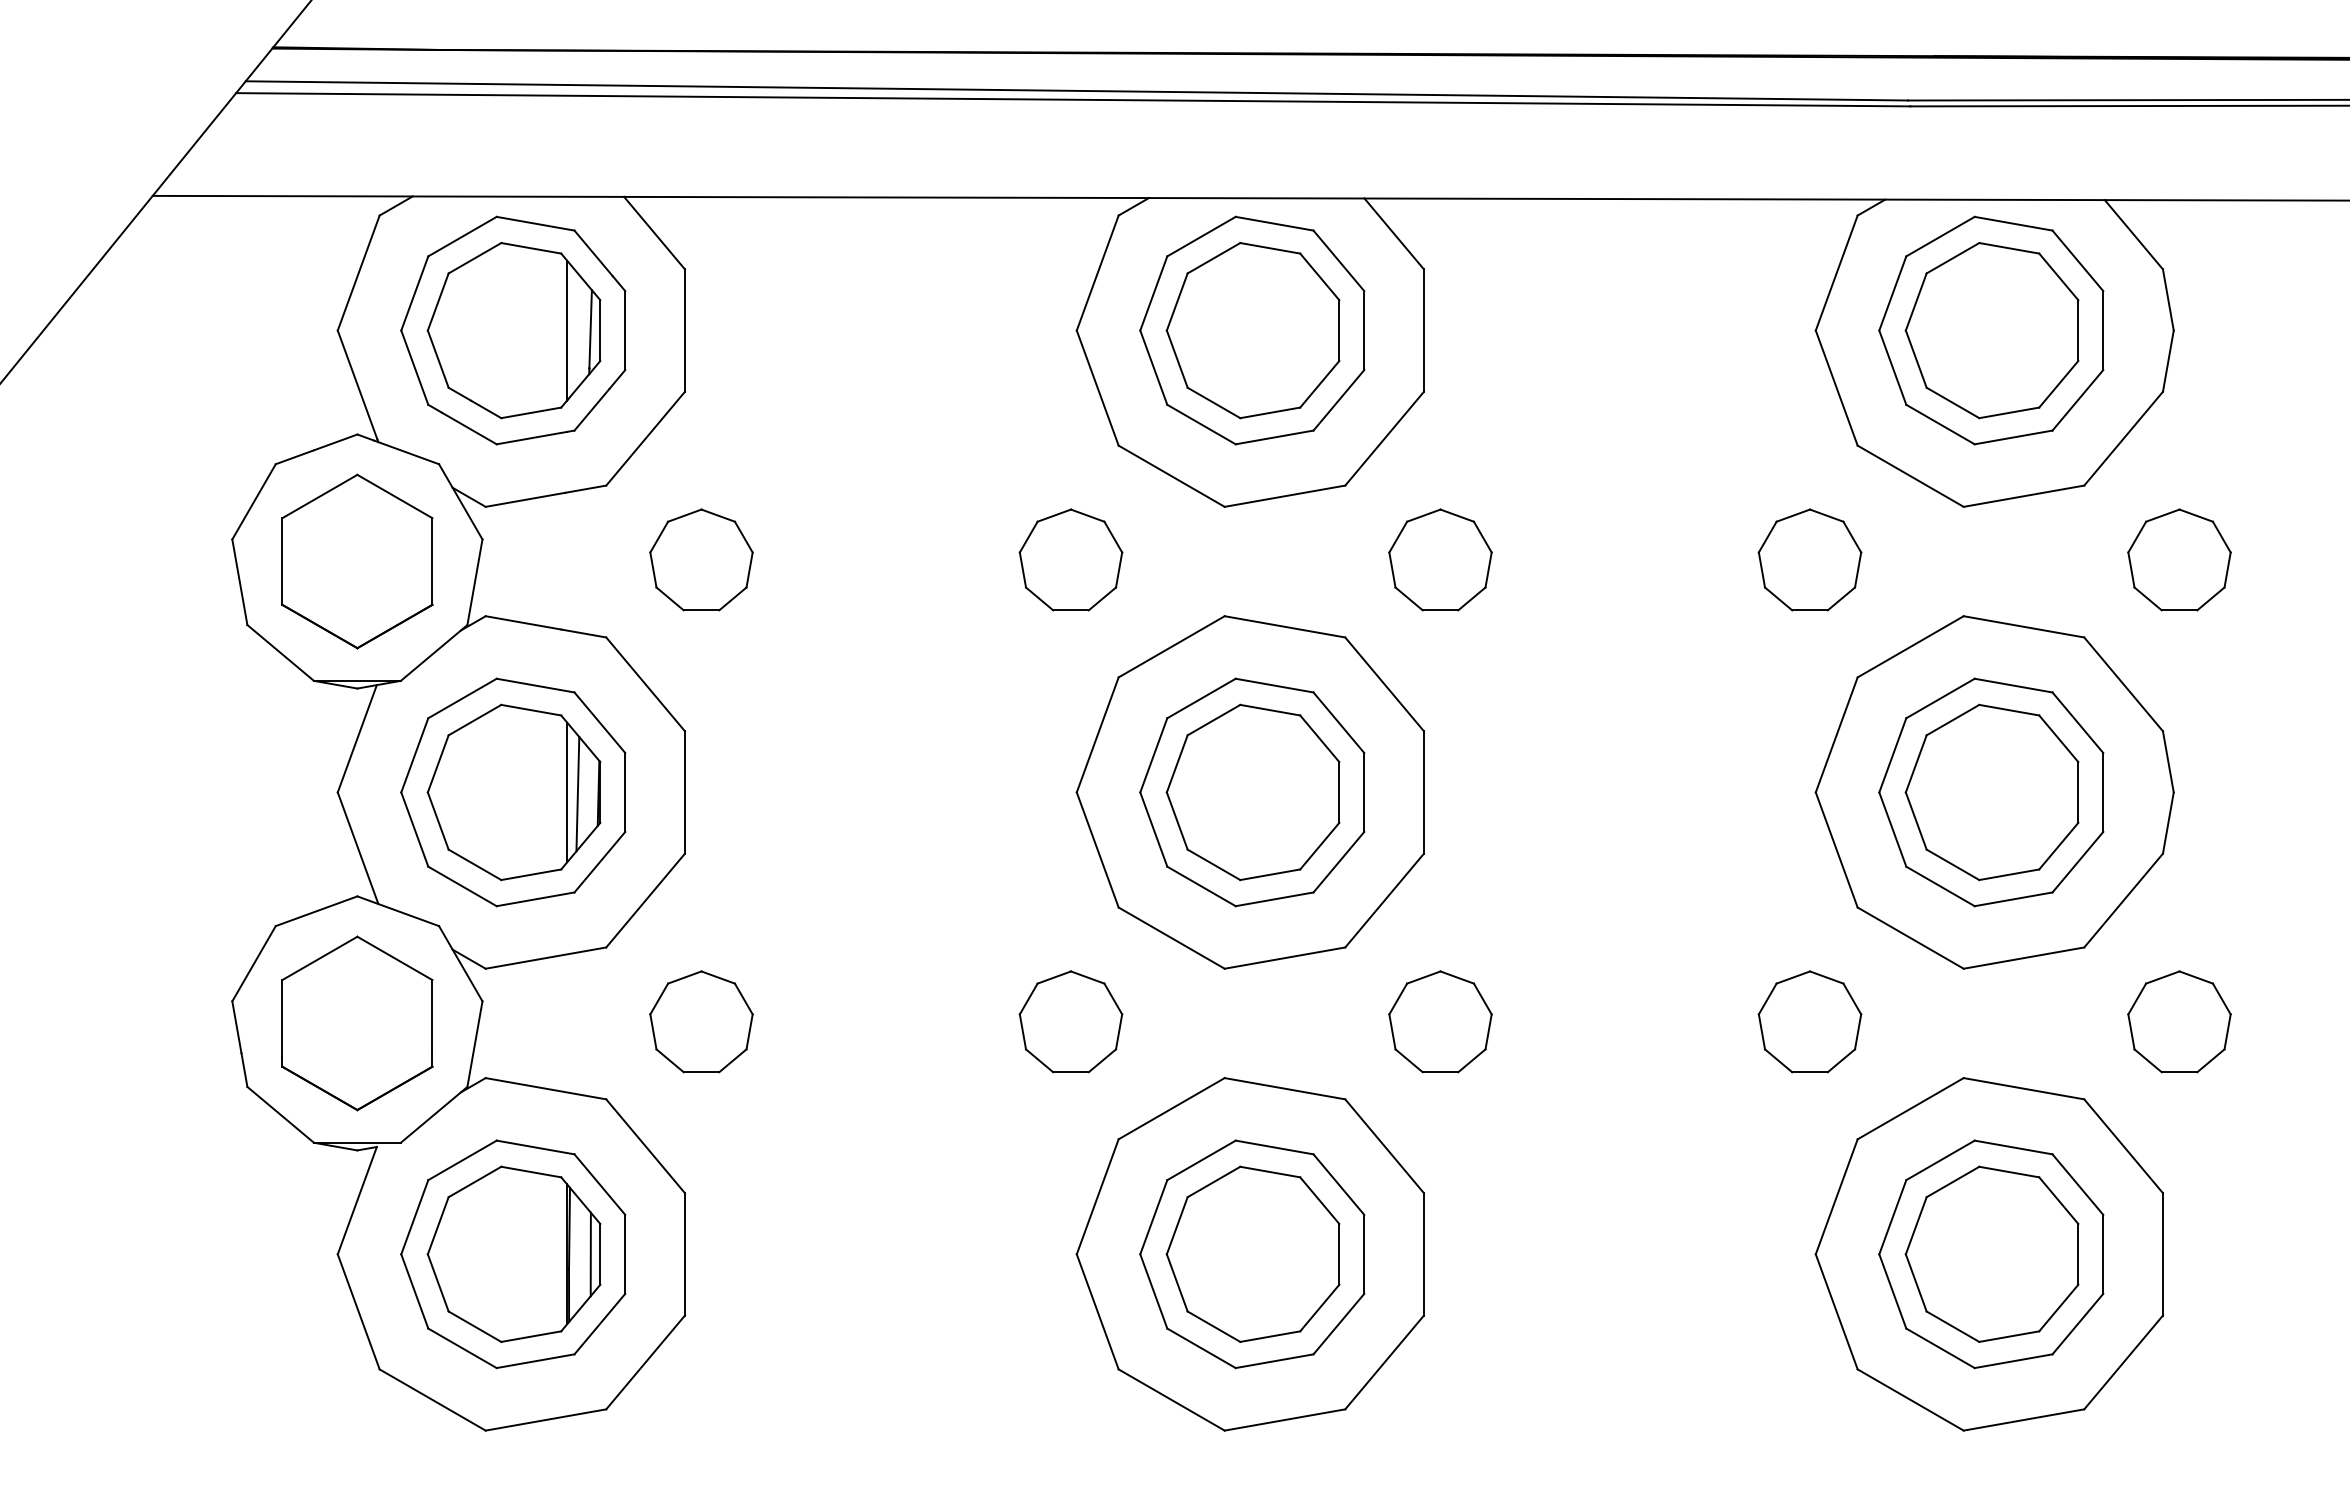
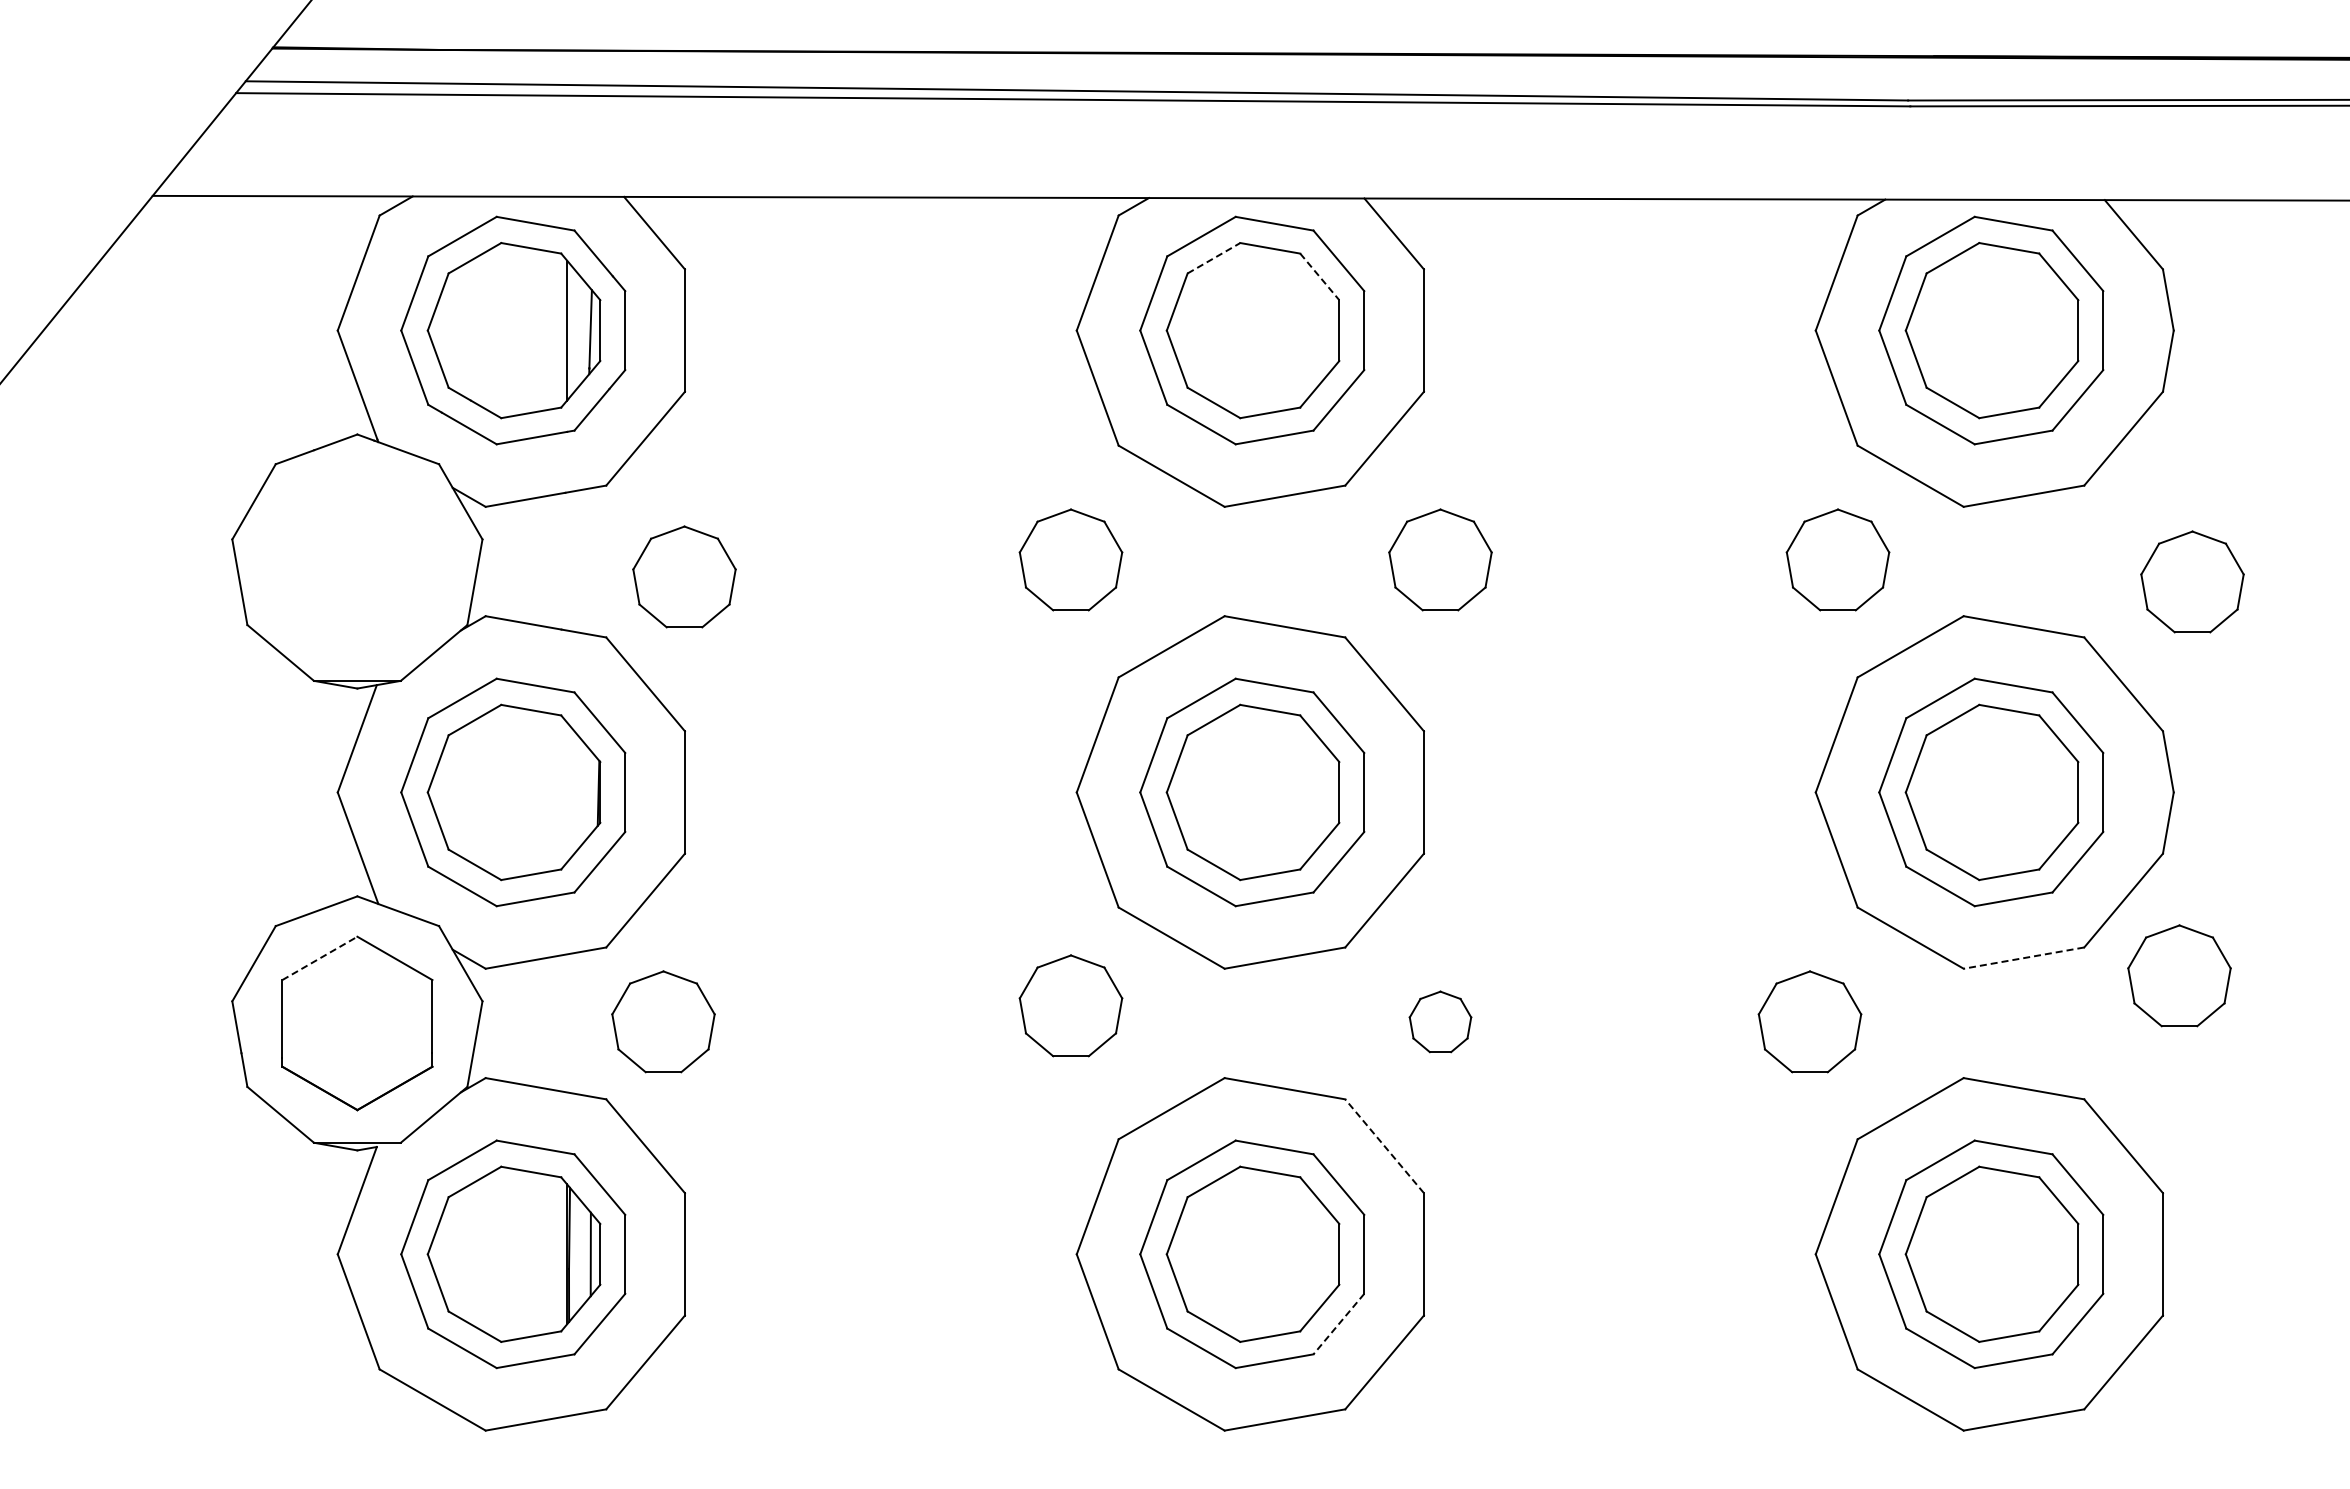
line at (1214, 257): solid -> dashed
line at (1320, 277): solid -> dashed
part at (701, 559) position: (701, 559) -> (684, 576)
part at (1809, 559) position: (1809, 559) -> (1837, 559)
part at (2179, 559) position: (2179, 559) -> (2192, 581)
part at (357, 561): present -> none
line at (567, 792): present -> none
line at (577, 794): present -> none
line at (320, 958): solid -> dashed
line at (2023, 958): solid -> dashed
part at (701, 1021) position: (701, 1021) -> (663, 1021)
part at (1070, 1021) position: (1070, 1021) -> (1070, 1005)
part at (1440, 1021) size: 105x104 px -> 65x64 px
part at (2179, 1021) position: (2179, 1021) -> (2179, 975)
line at (1384, 1145): solid -> dashed
line at (1338, 1324): solid -> dashed
